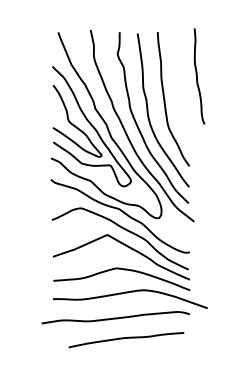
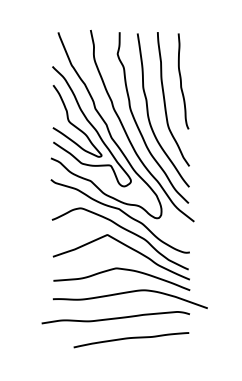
curve at (197, 76) position: (197, 76) -> (181, 81)
curve at (126, 338) position: (126, 338) -> (131, 338)
